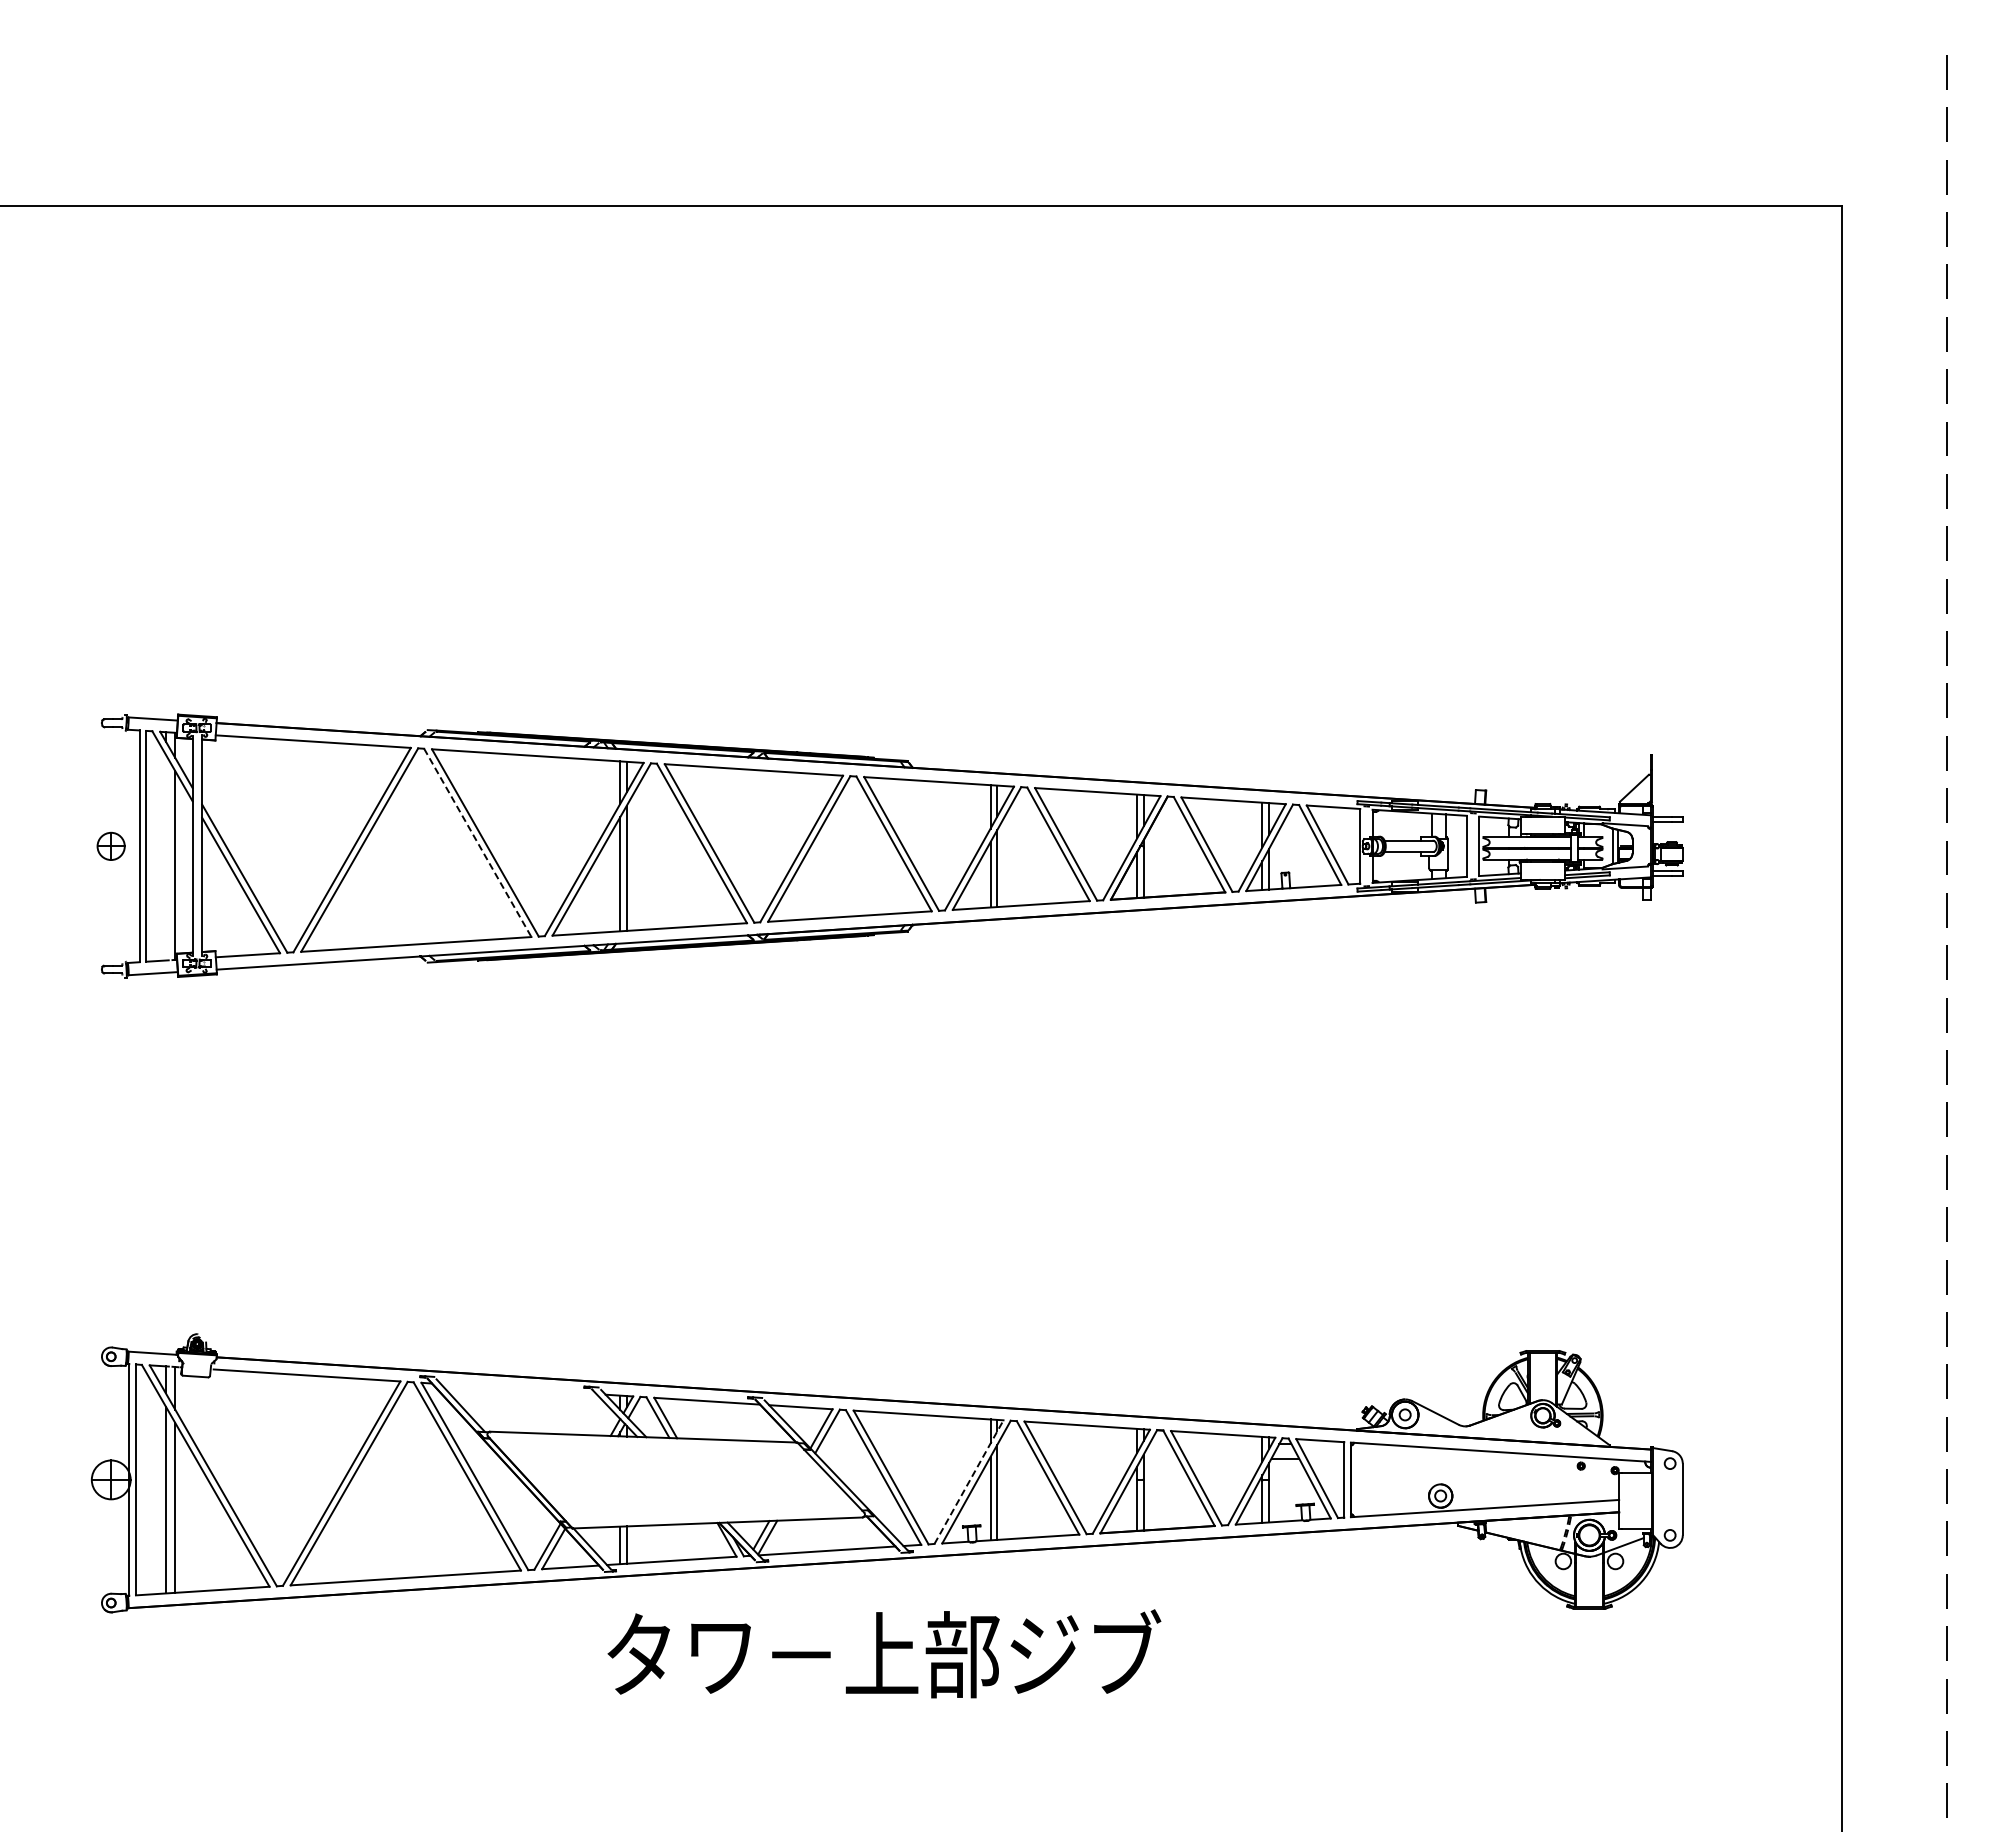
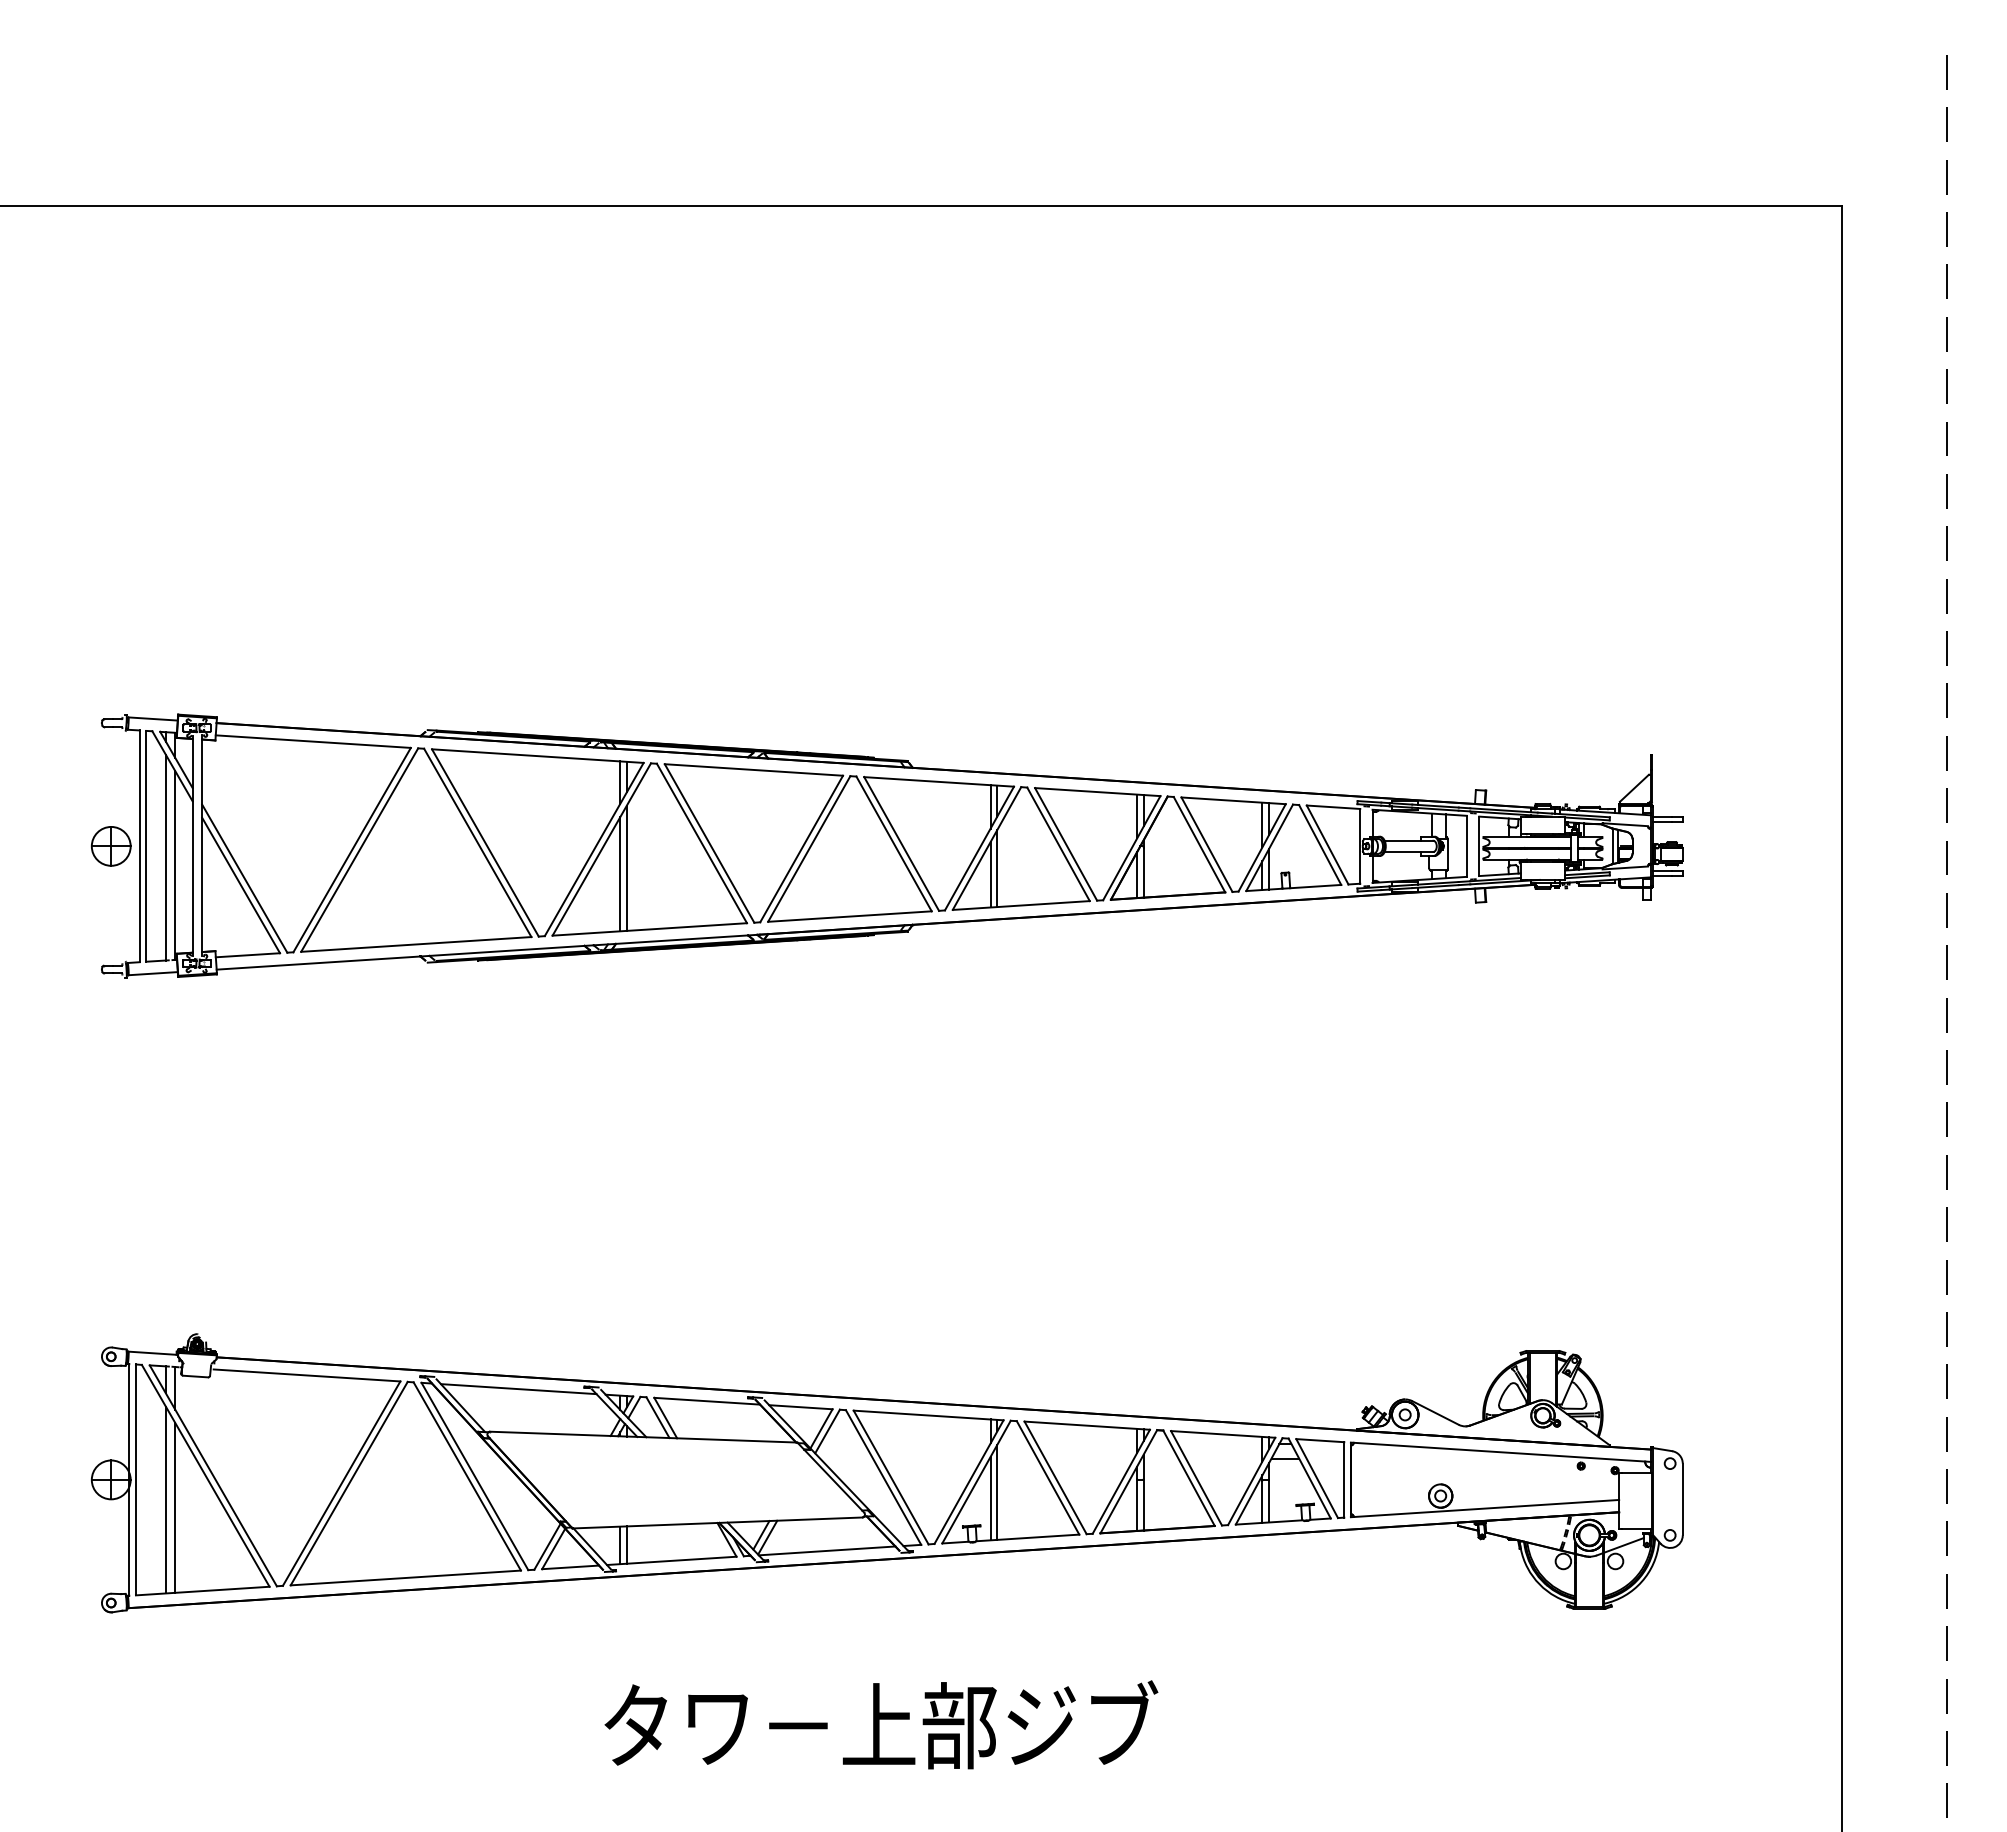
line at (478, 843): dashed -> solid
part at (110, 845) size: 30x30 px -> 42x41 px
line at (165, 857): none -> present
line at (518, 1389): none -> present
line at (969, 1482): dashed -> solid
text at (884, 1653) position: (884, 1653) -> (881, 1724)
